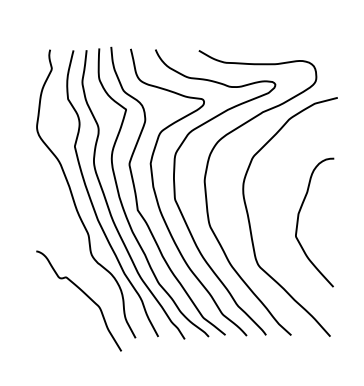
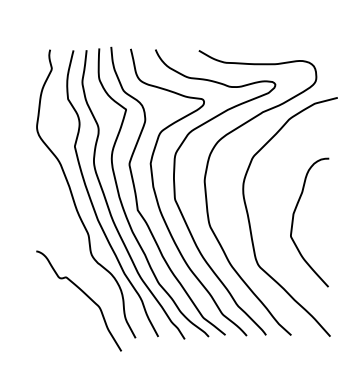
curve at (298, 222) position: (298, 222) -> (293, 222)
